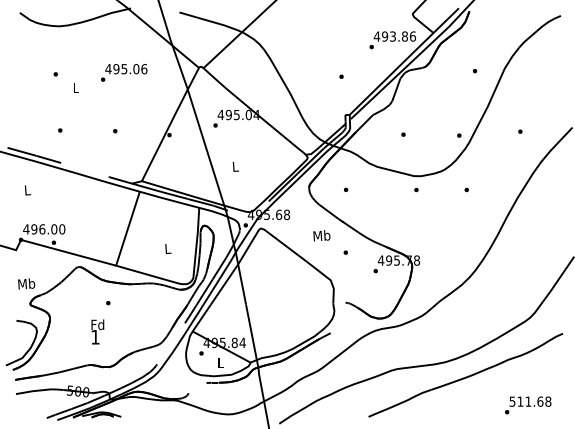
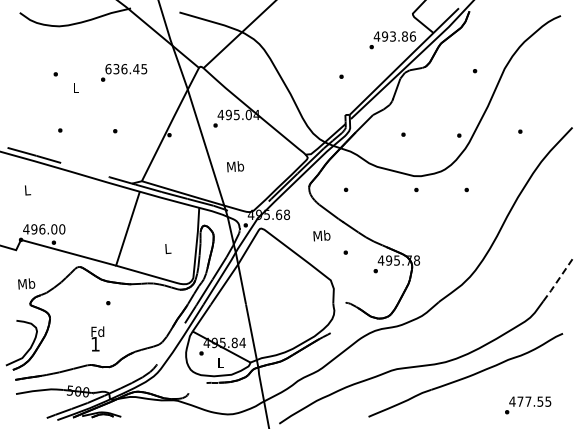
text at (126, 69): 495.06 -> 636.45
text at (235, 166): L -> Mb
line at (558, 279): solid -> dashed
text at (97, 331) position: (97, 331) -> (97, 338)
text at (530, 401): 511.68 -> 477.55
